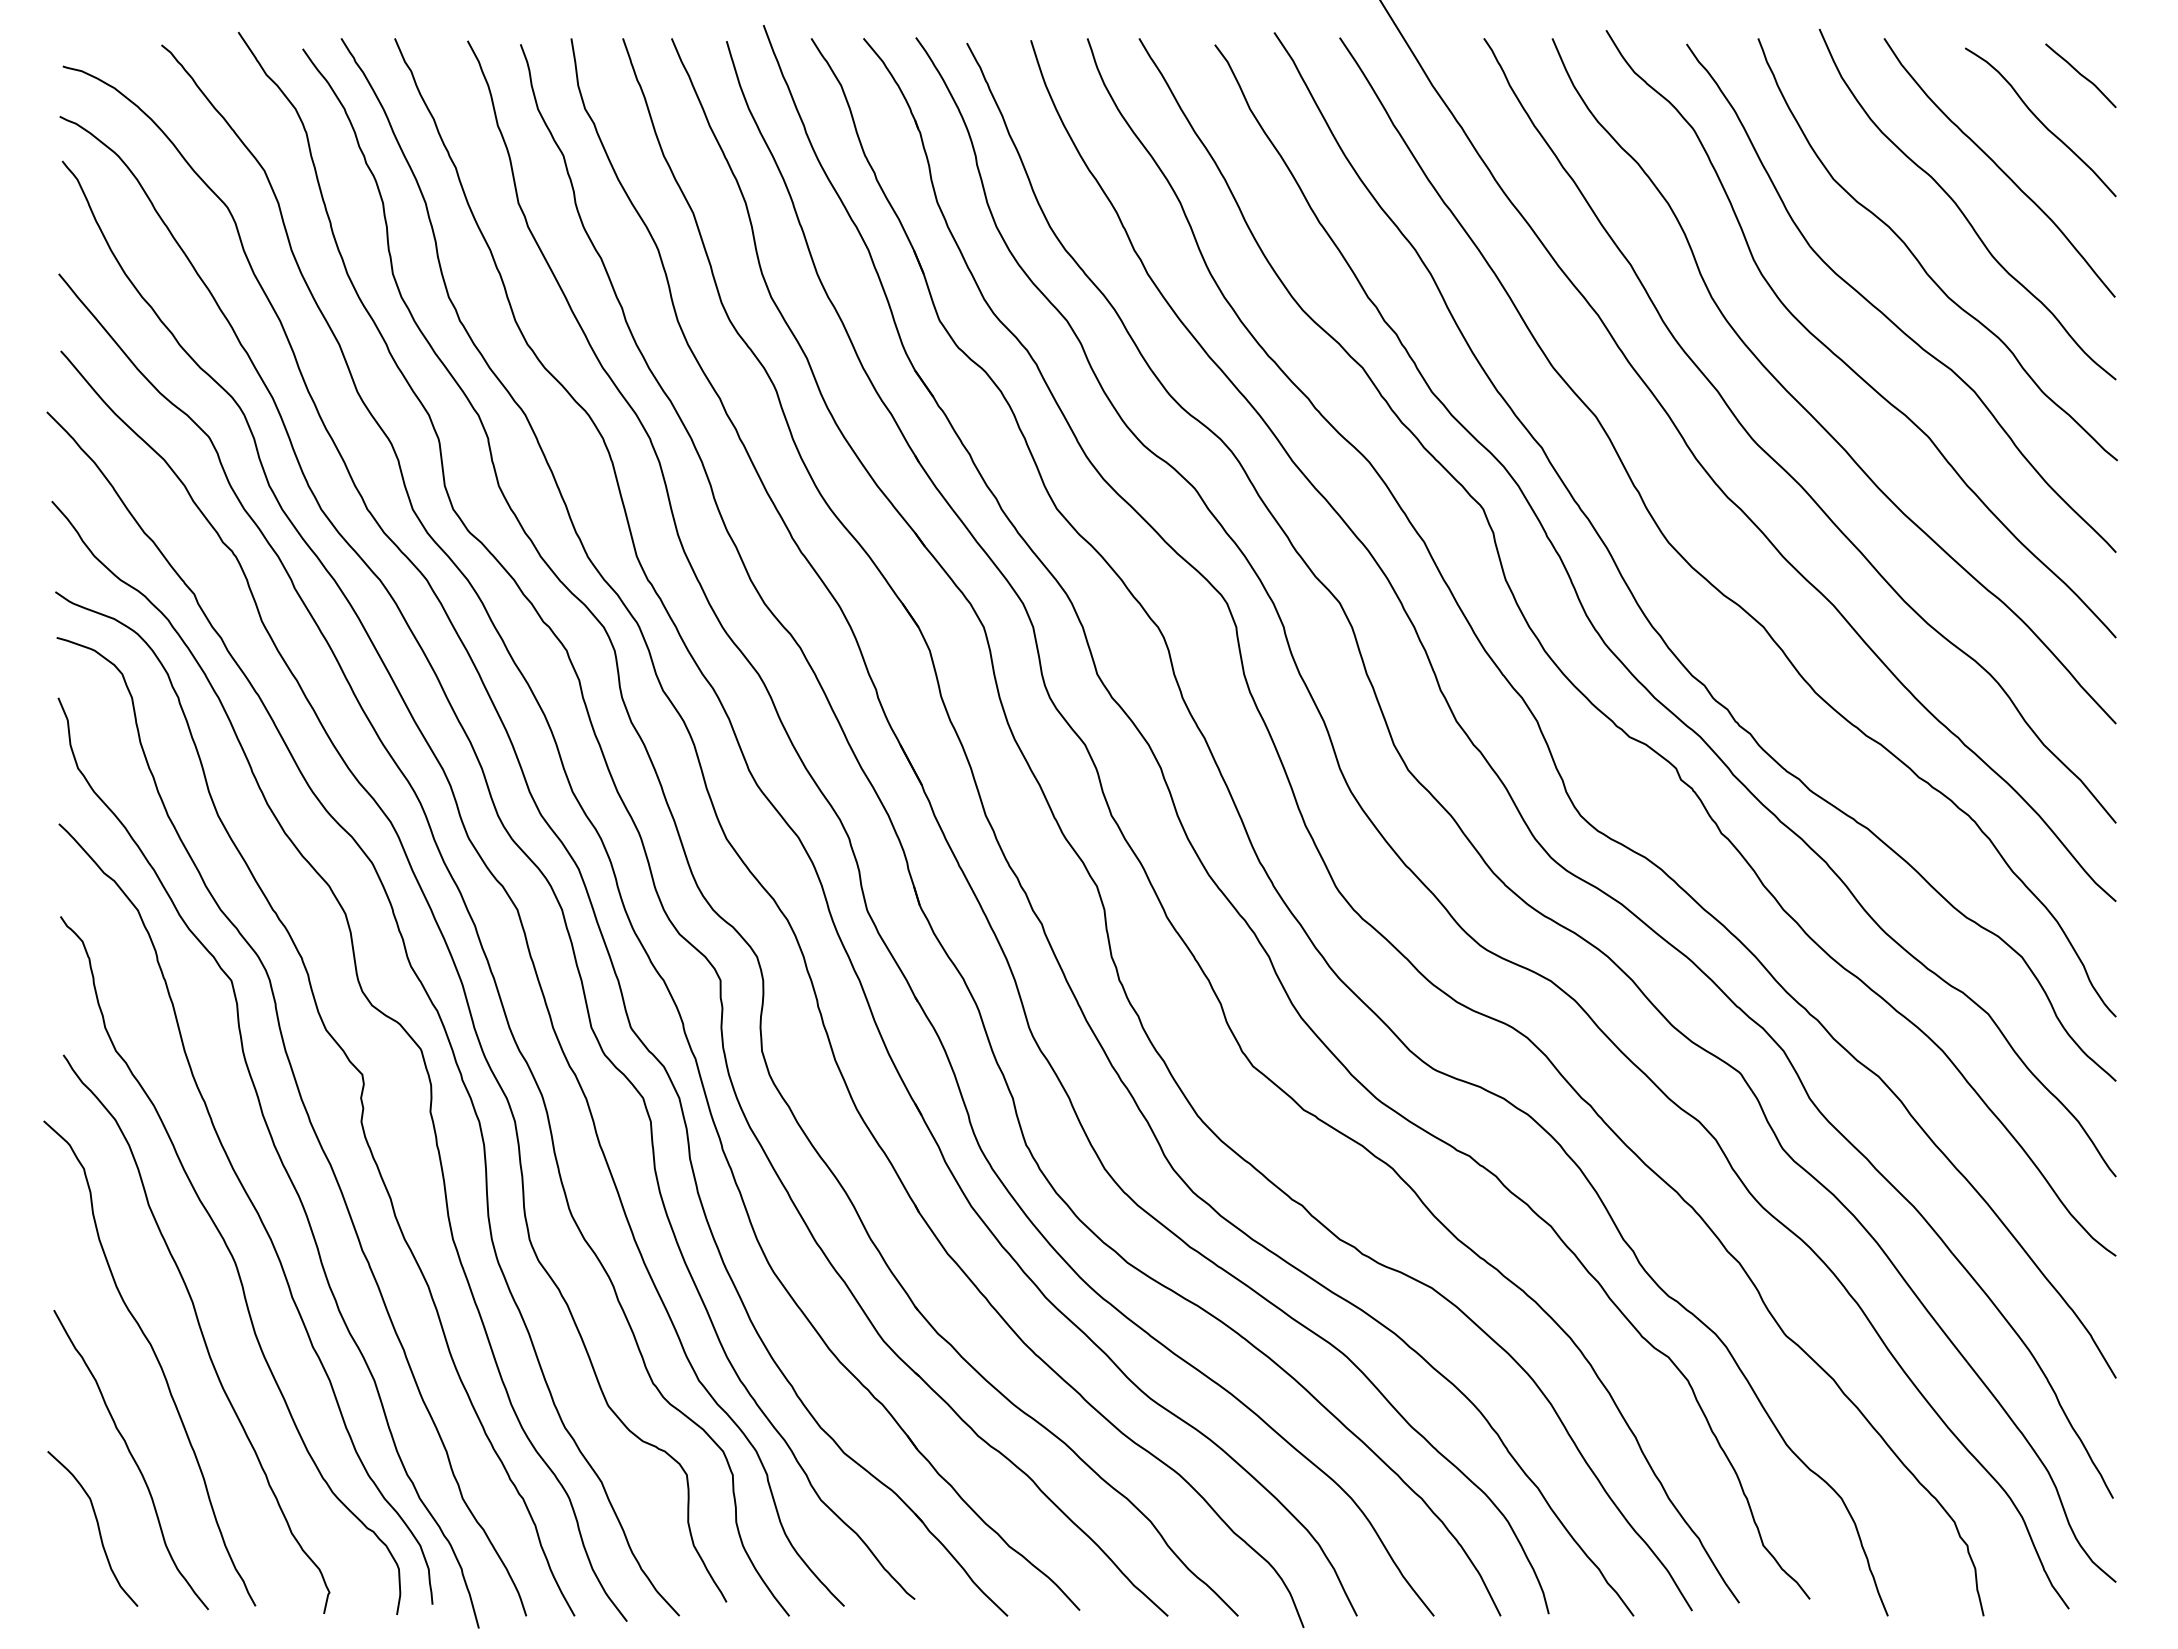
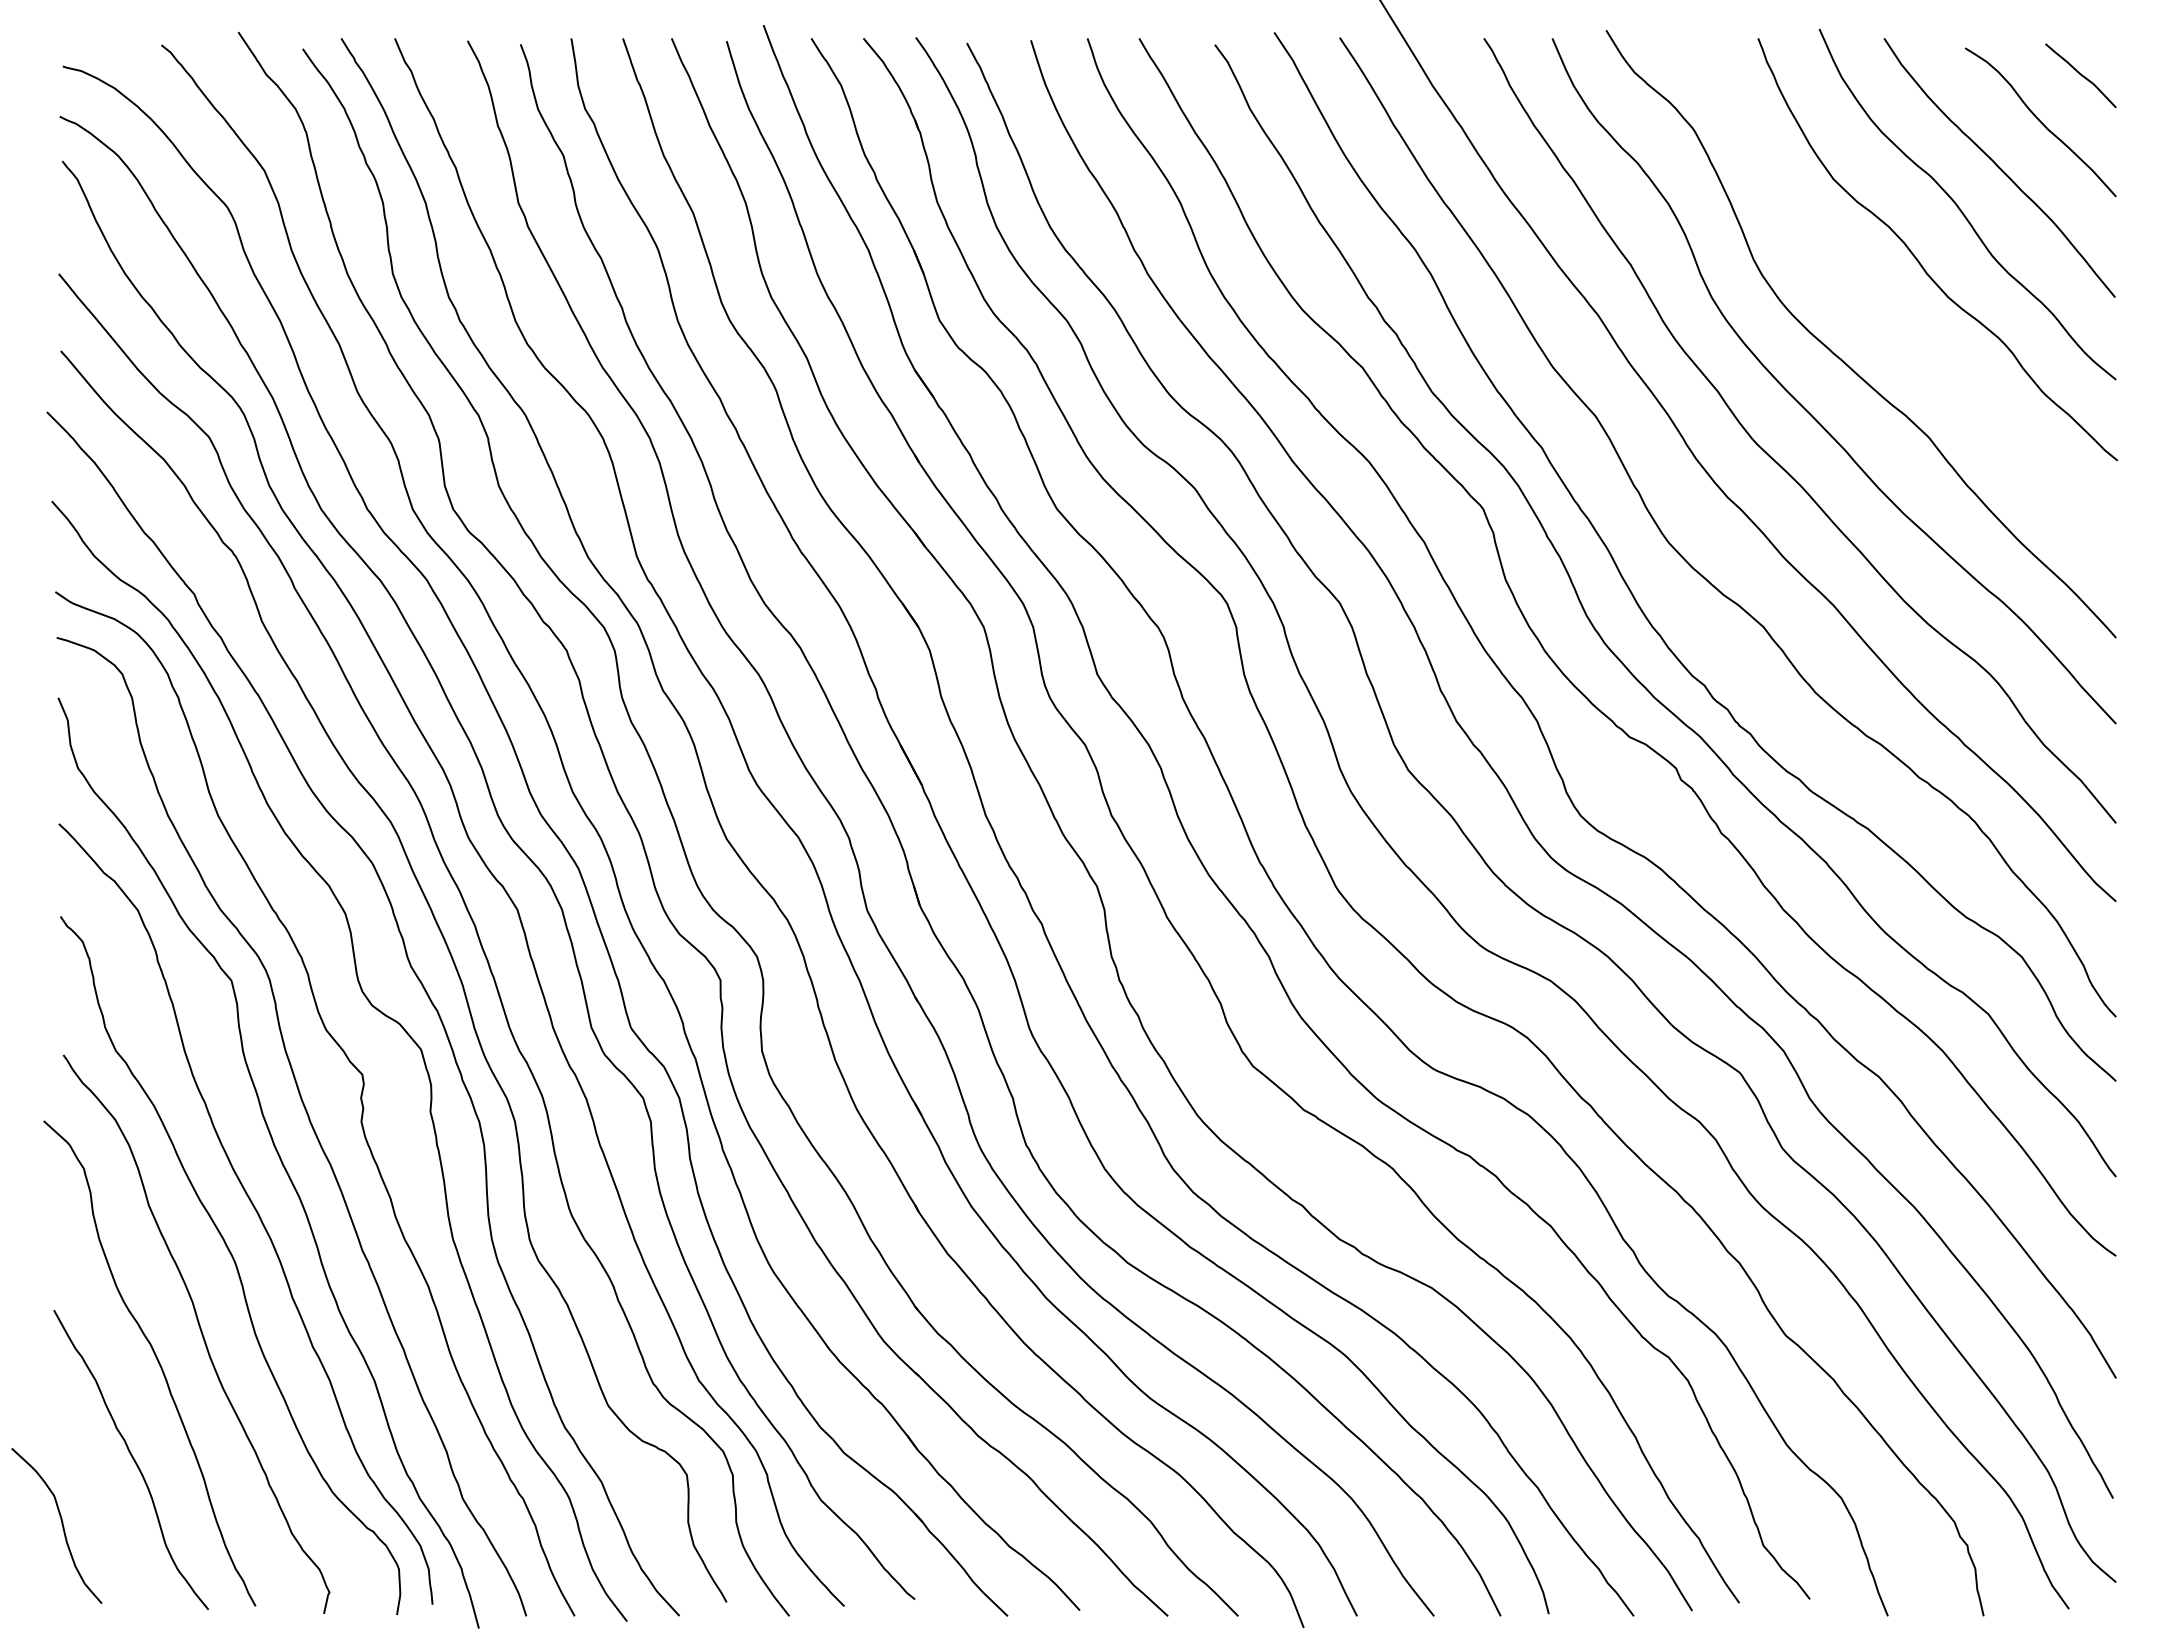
curve at (1884, 313): present -> none
curve at (97, 1527) position: (97, 1527) -> (61, 1524)
